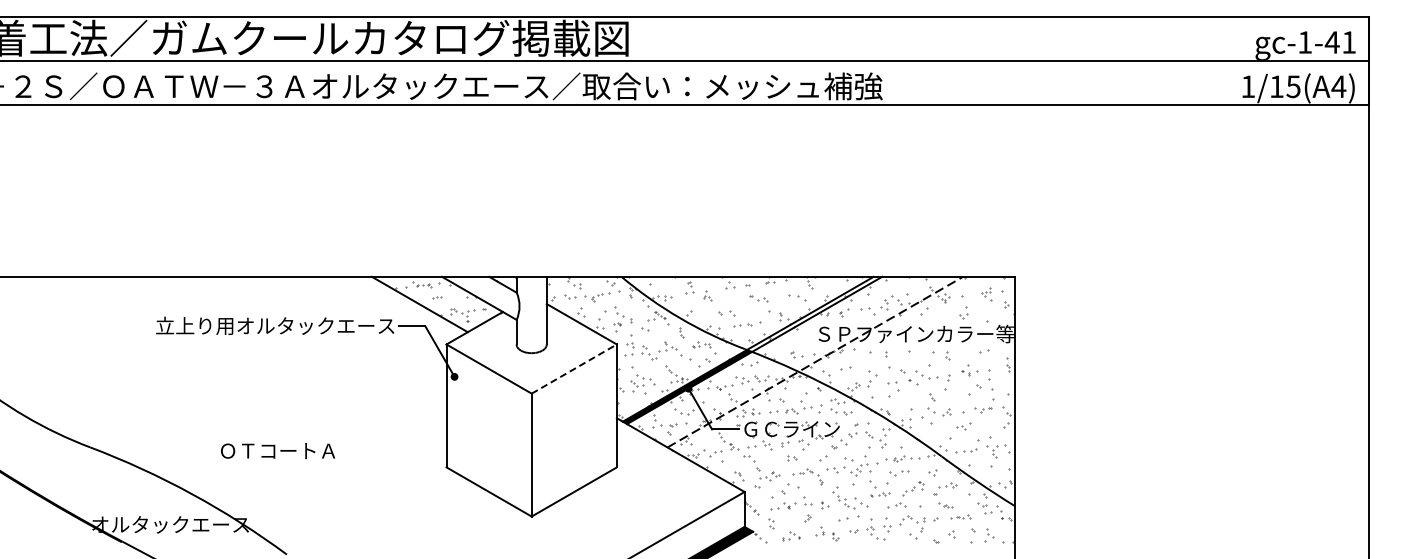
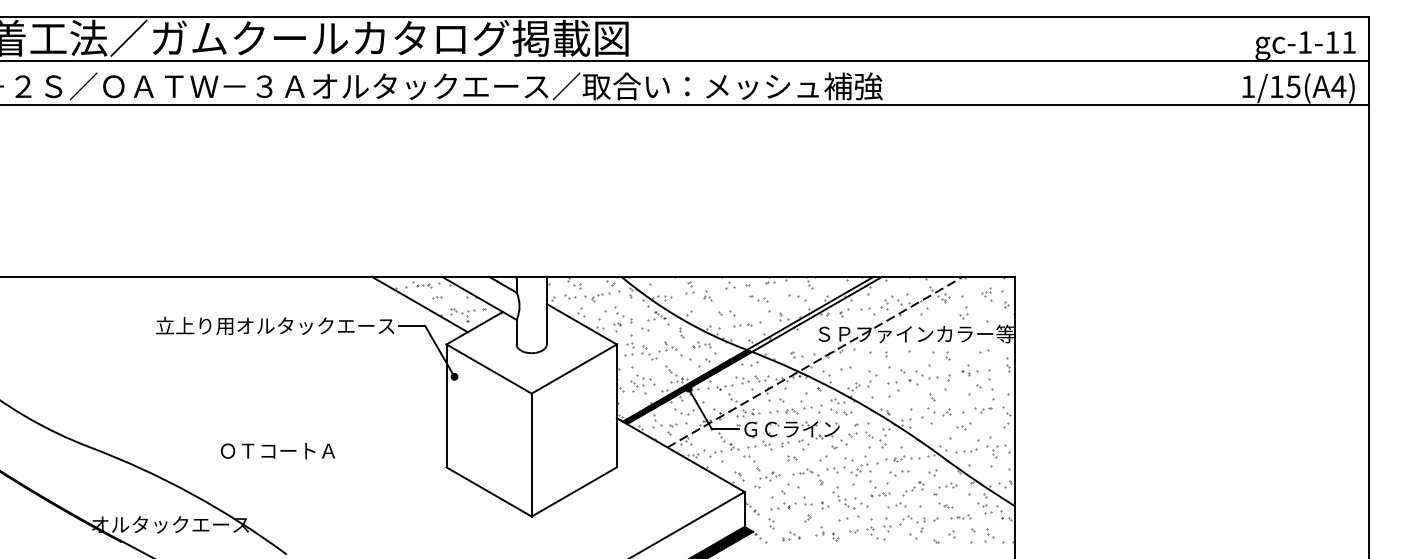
text at (1331, 42): gc-1-41 -> gc-1-11
line at (574, 368): dashed -> solid
